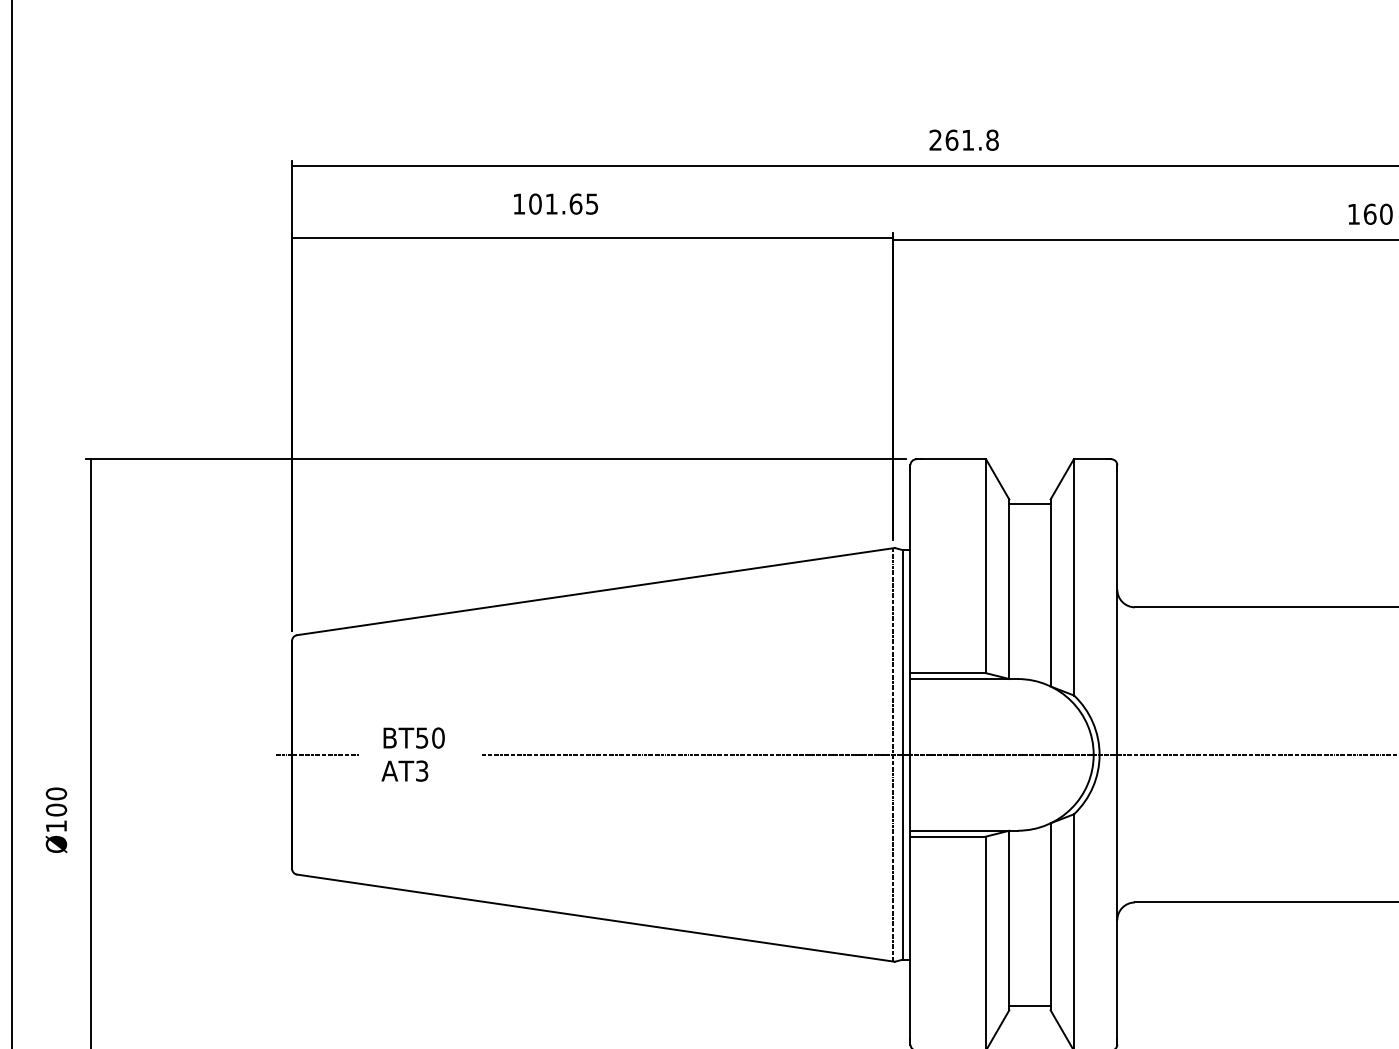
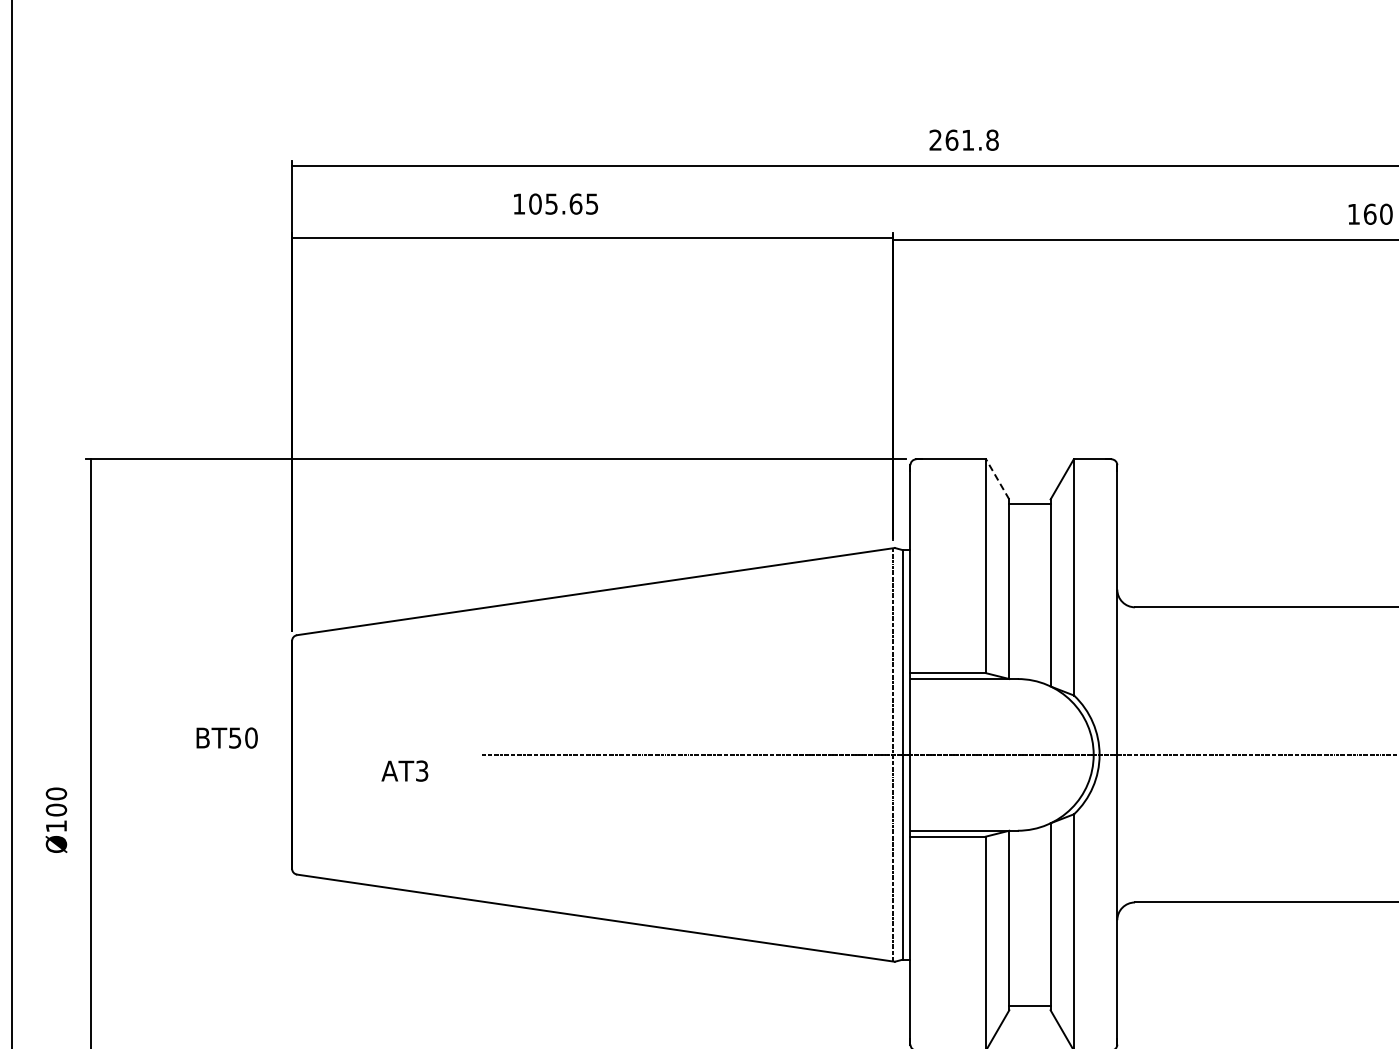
text at (551, 203): 101.65 -> 105.65
line at (997, 478): solid -> dashed
text at (413, 737) position: (413, 737) -> (226, 737)
line at (317, 754): present -> none
